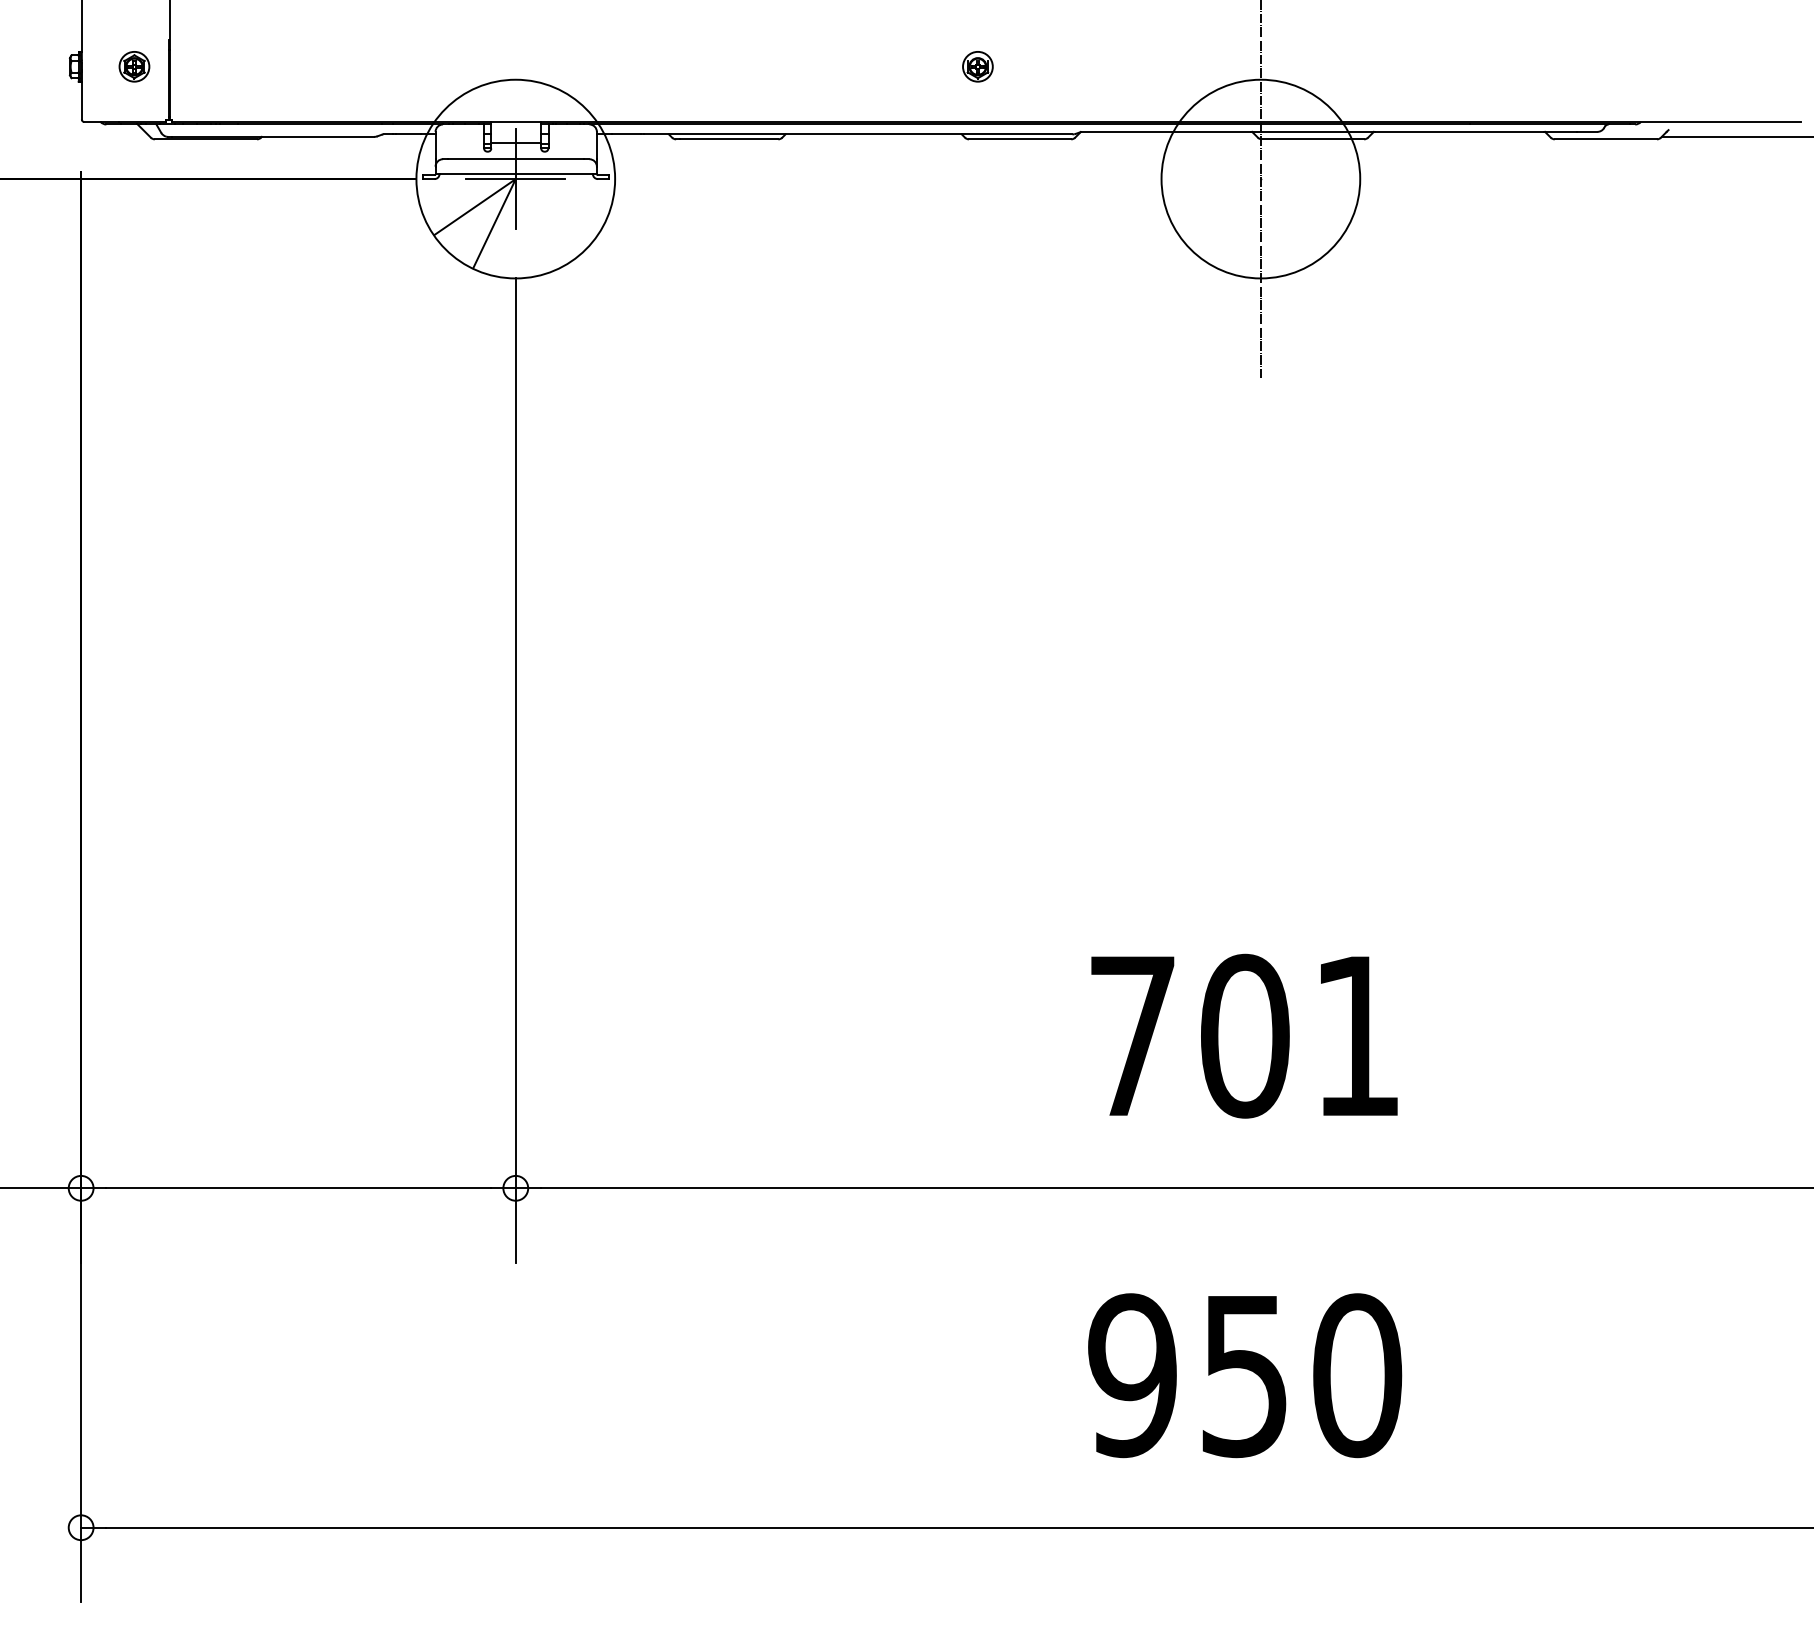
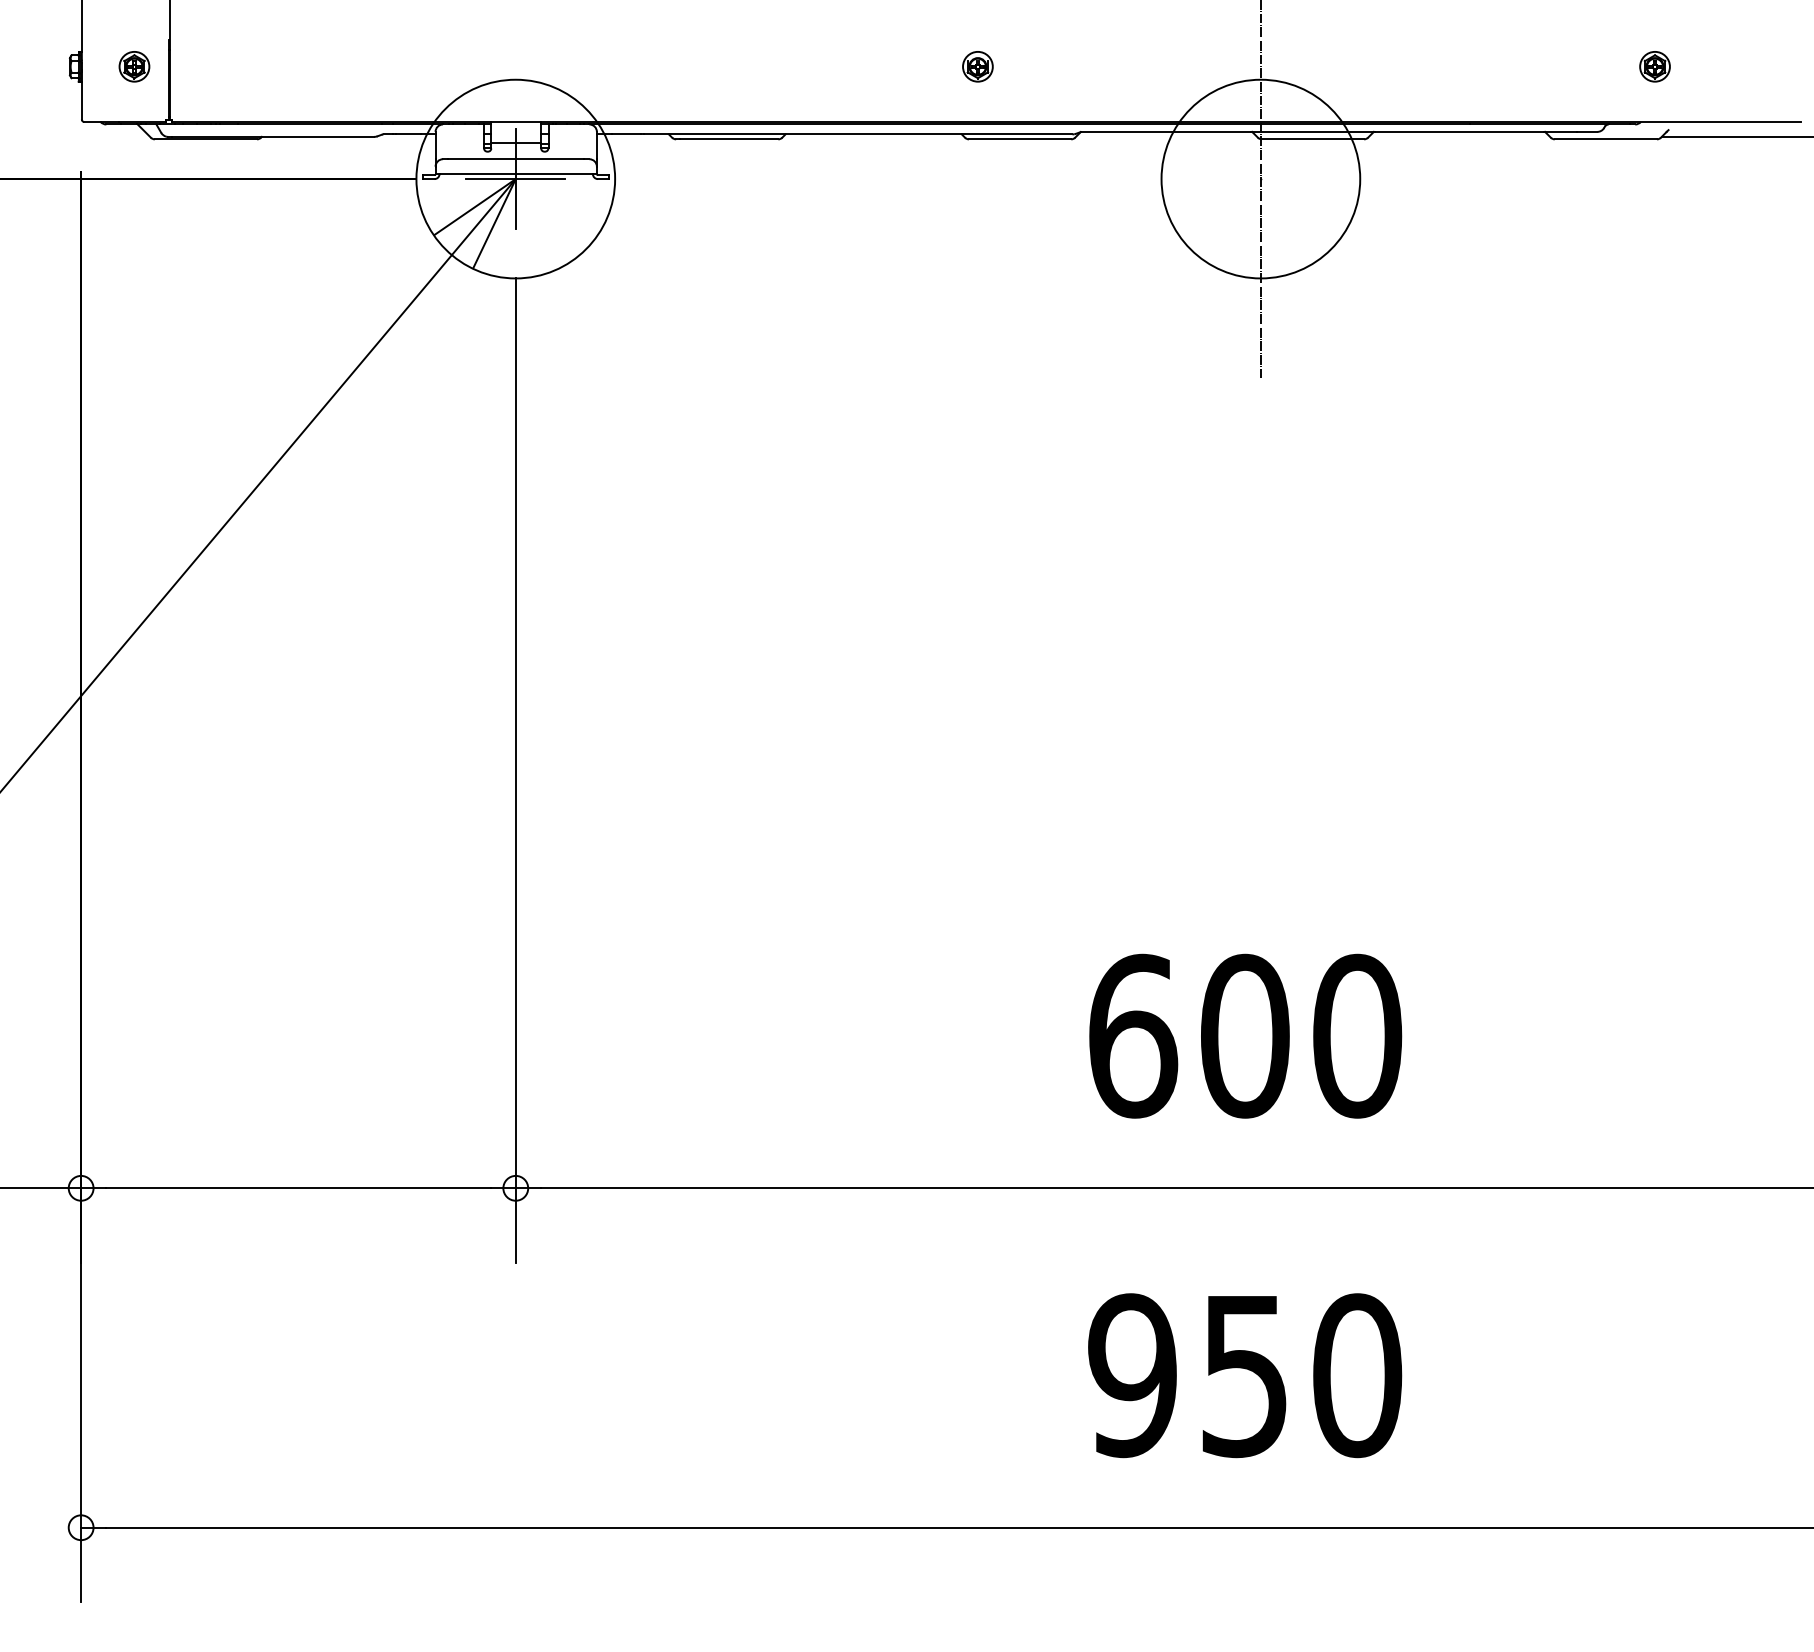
part at (1654, 66): none -> present
line at (258, 484): none -> present
text at (1245, 1035): 701 -> 600
